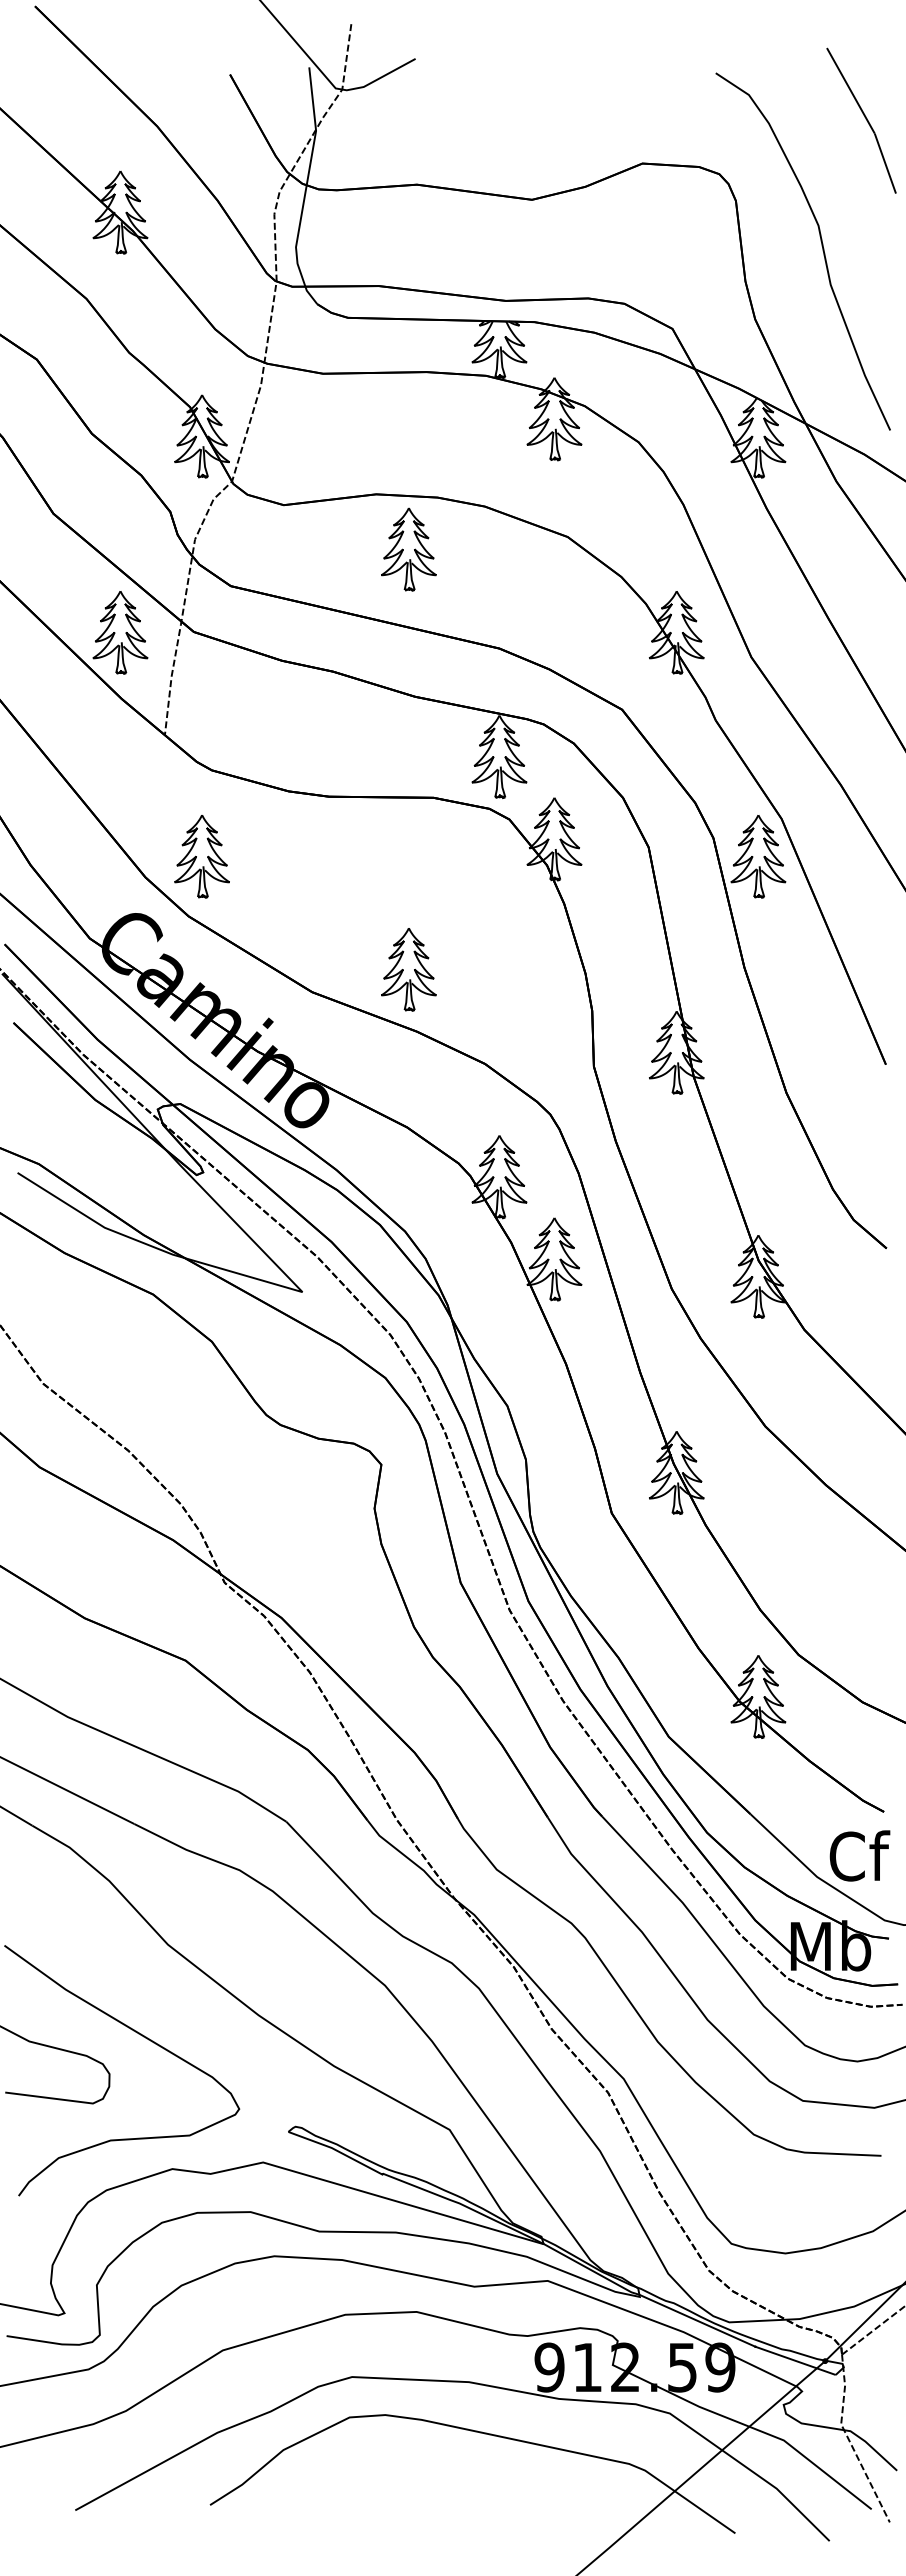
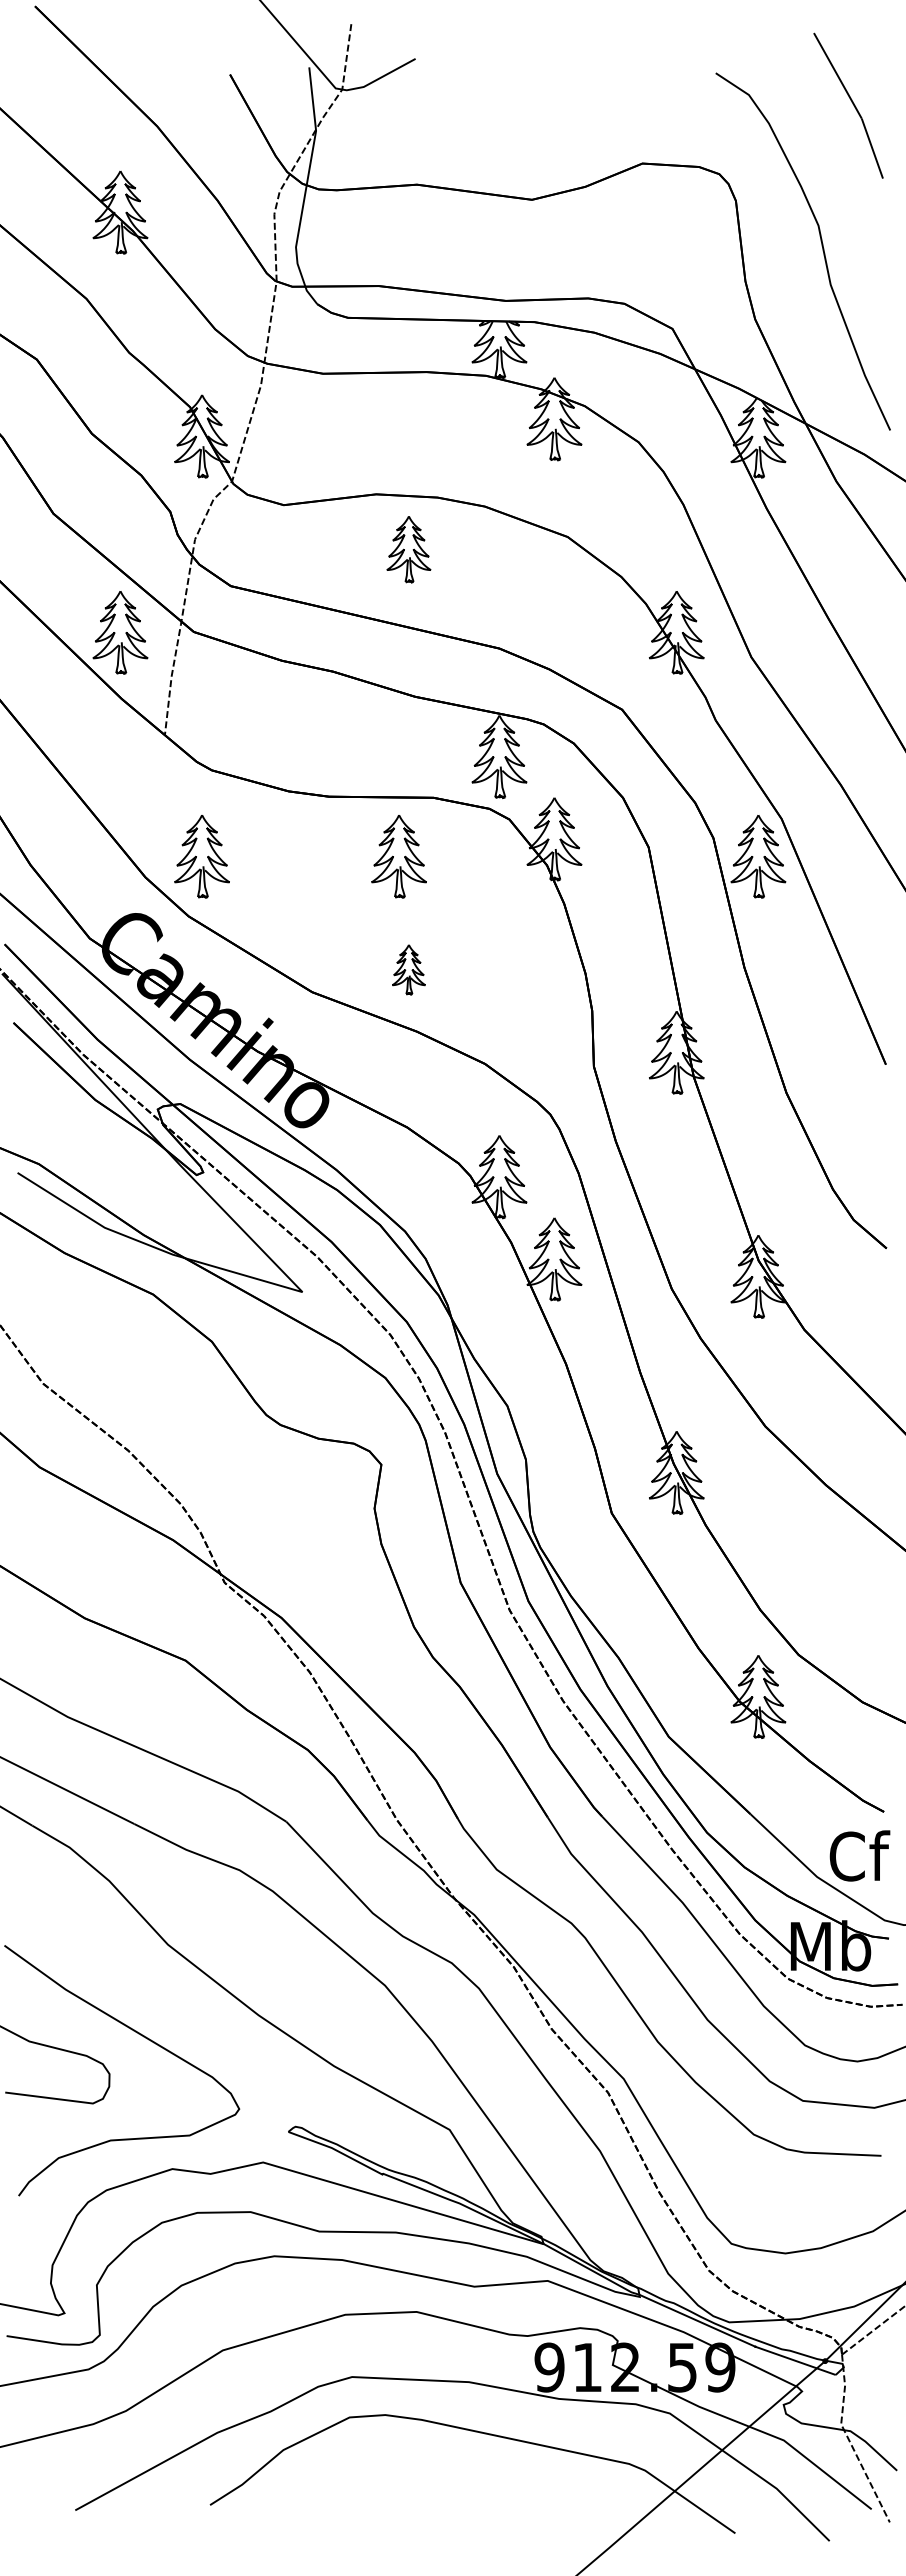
part at (861, 120) position: (861, 120) -> (848, 105)
part at (408, 549) size: 56x85 px -> 46x68 px
part at (398, 856): none -> present
part at (408, 969) size: 56x84 px -> 34x52 px
